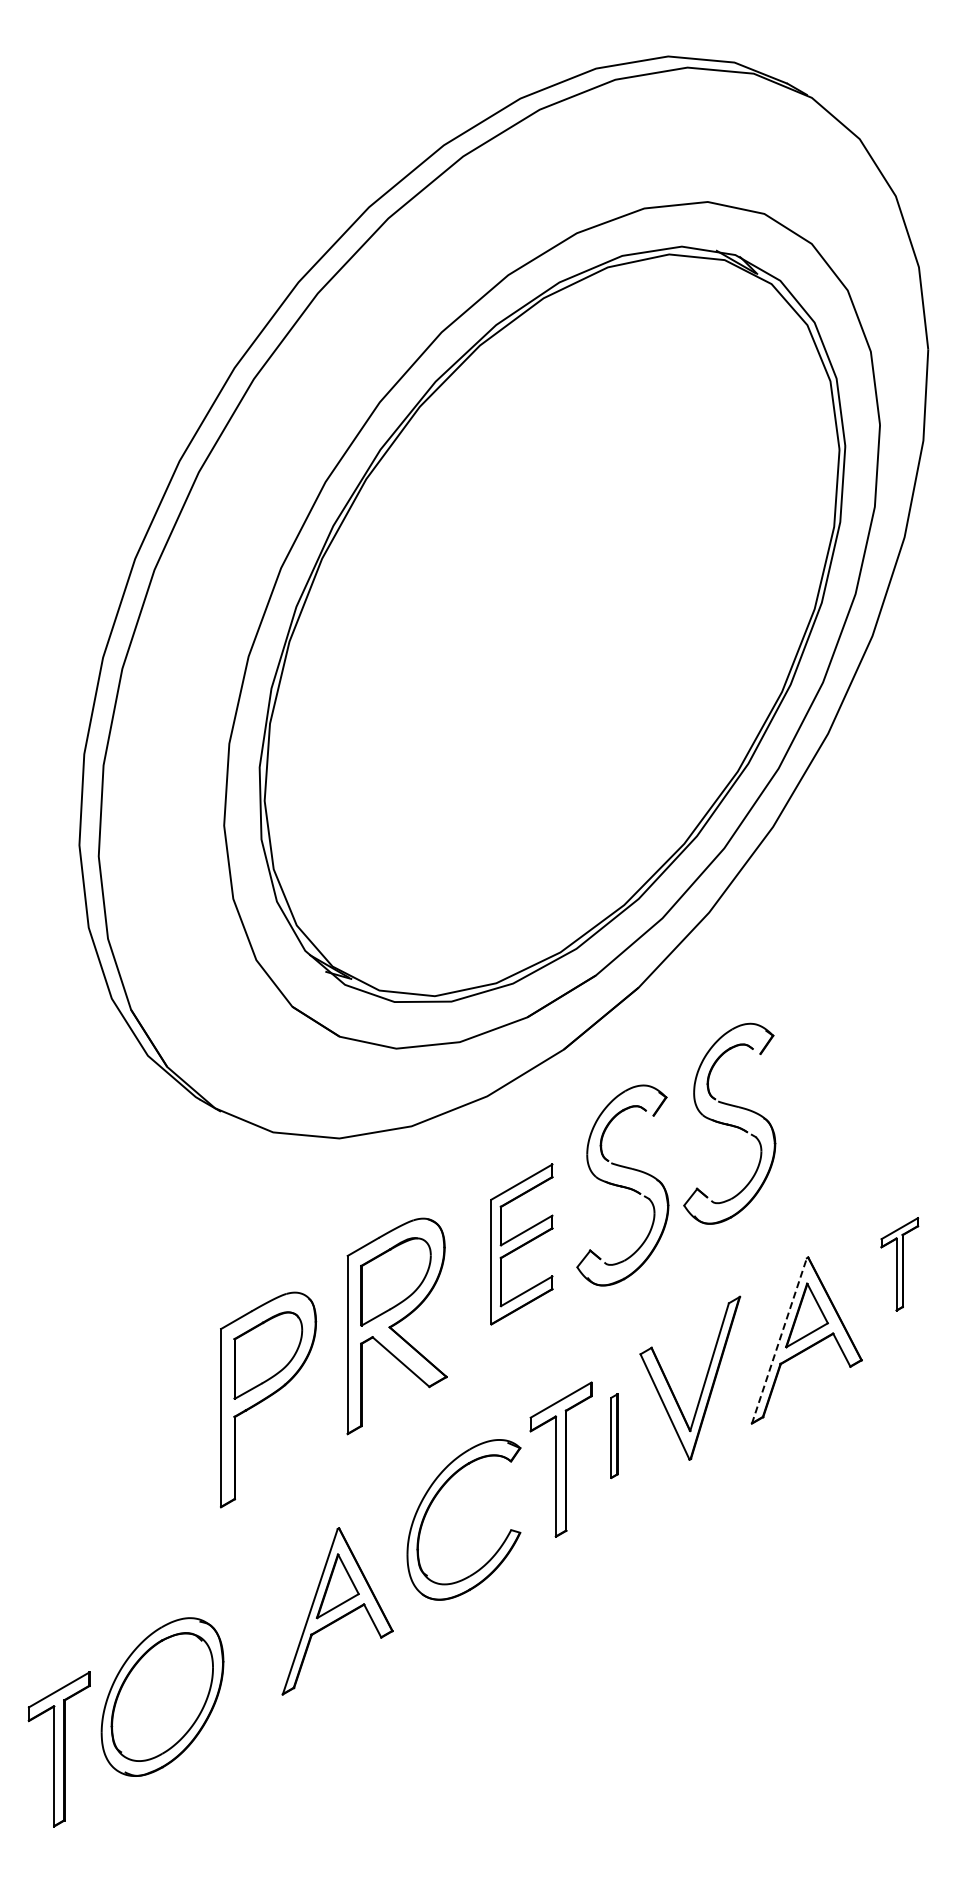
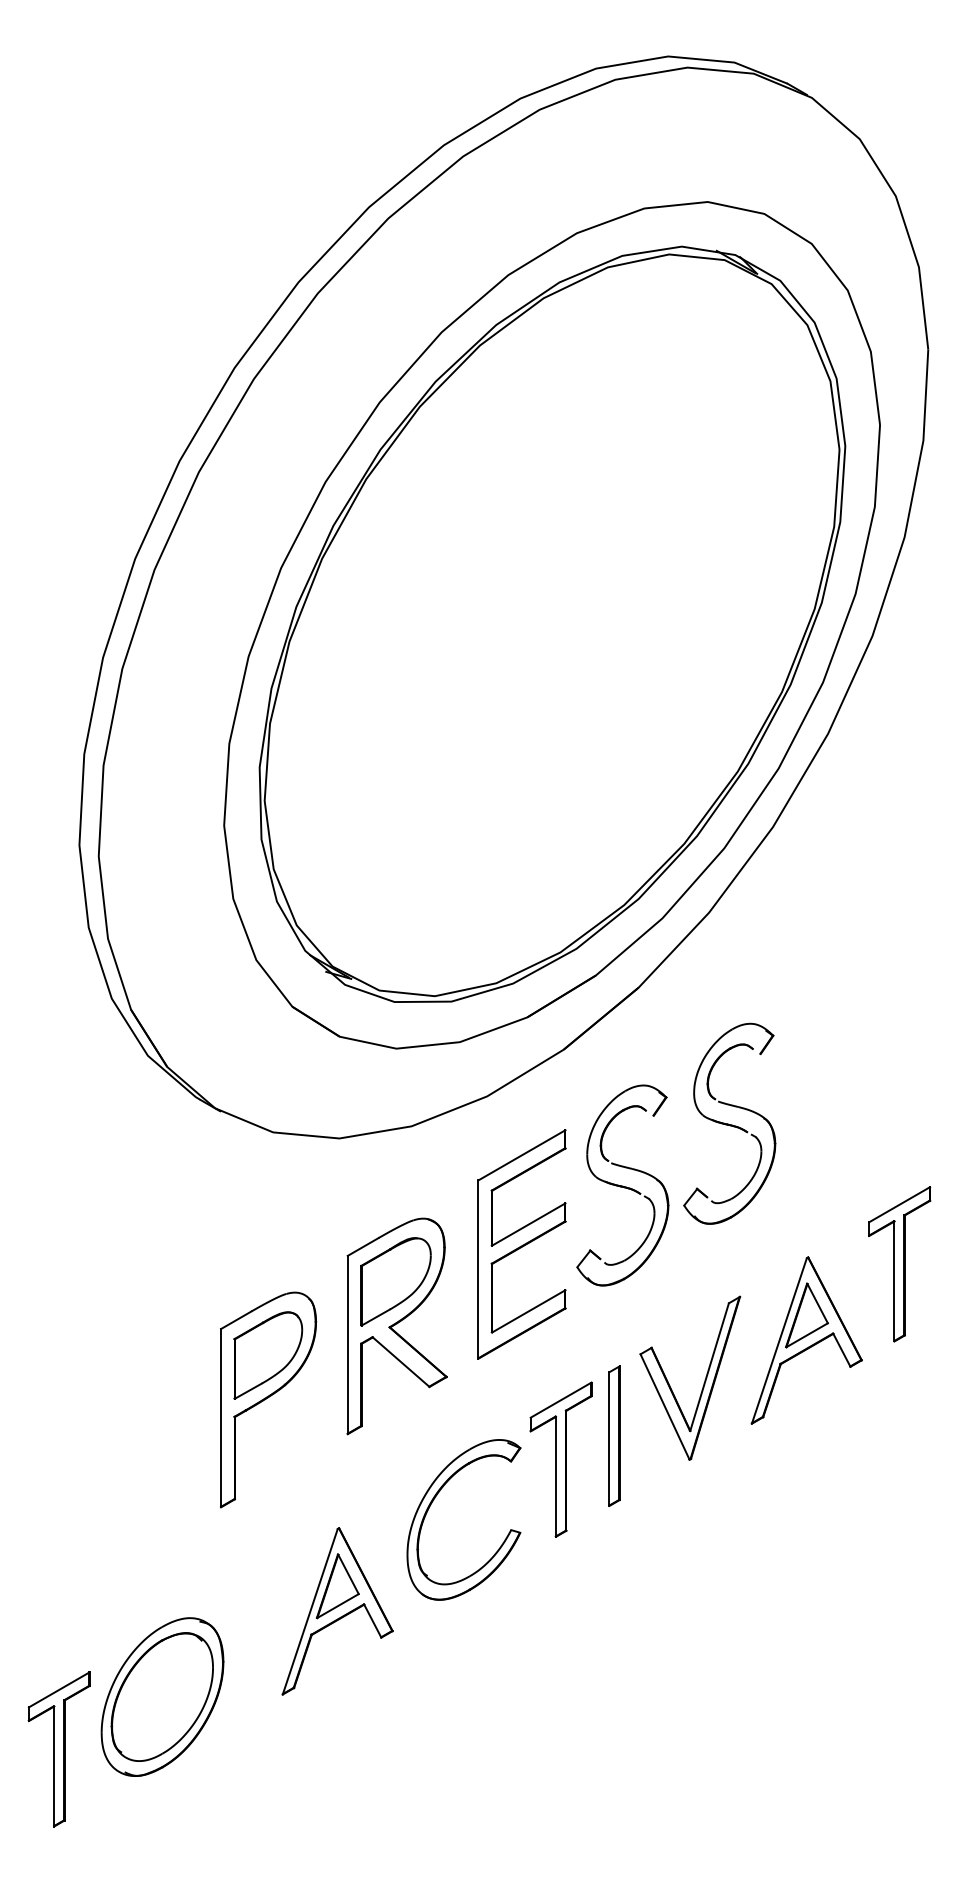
part at (521, 1244) size: 64x163 px -> 90x231 px
part at (899, 1264) size: 40x95 px -> 64x157 px
line at (779, 1340): dashed -> solid
part at (614, 1435) size: 9x86 px -> 13x142 px
